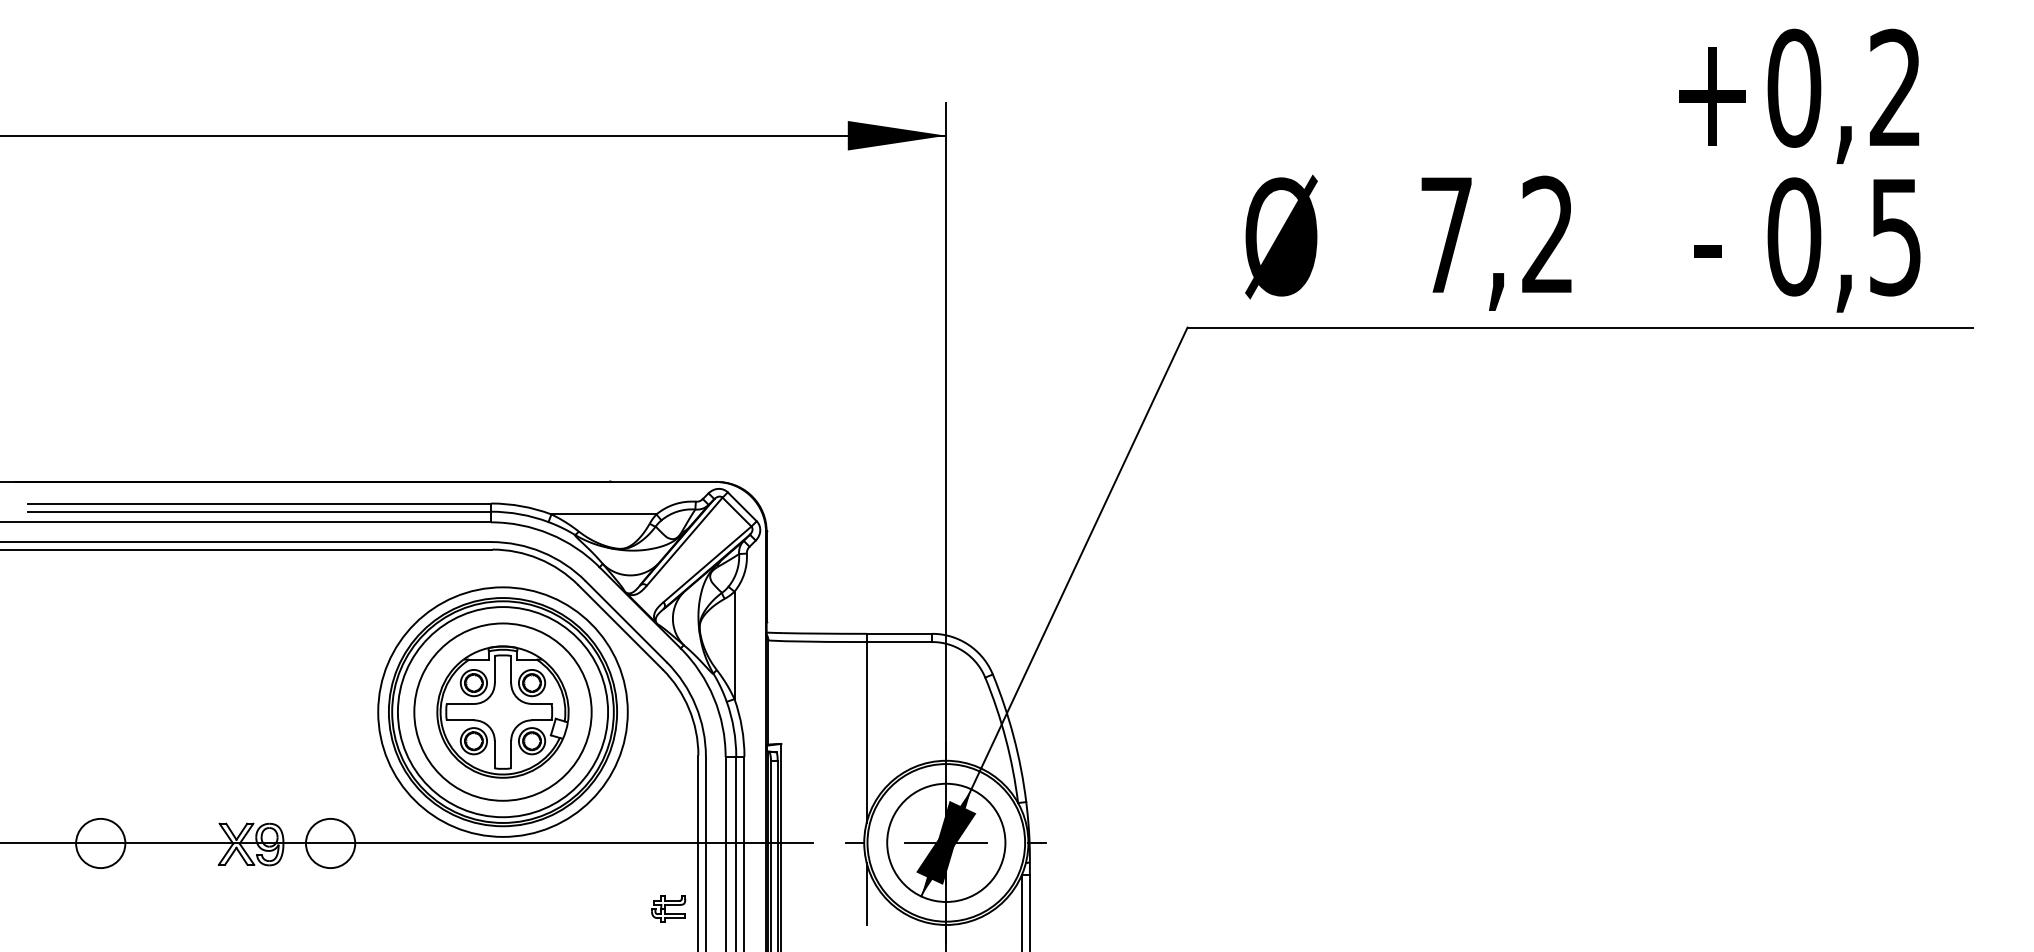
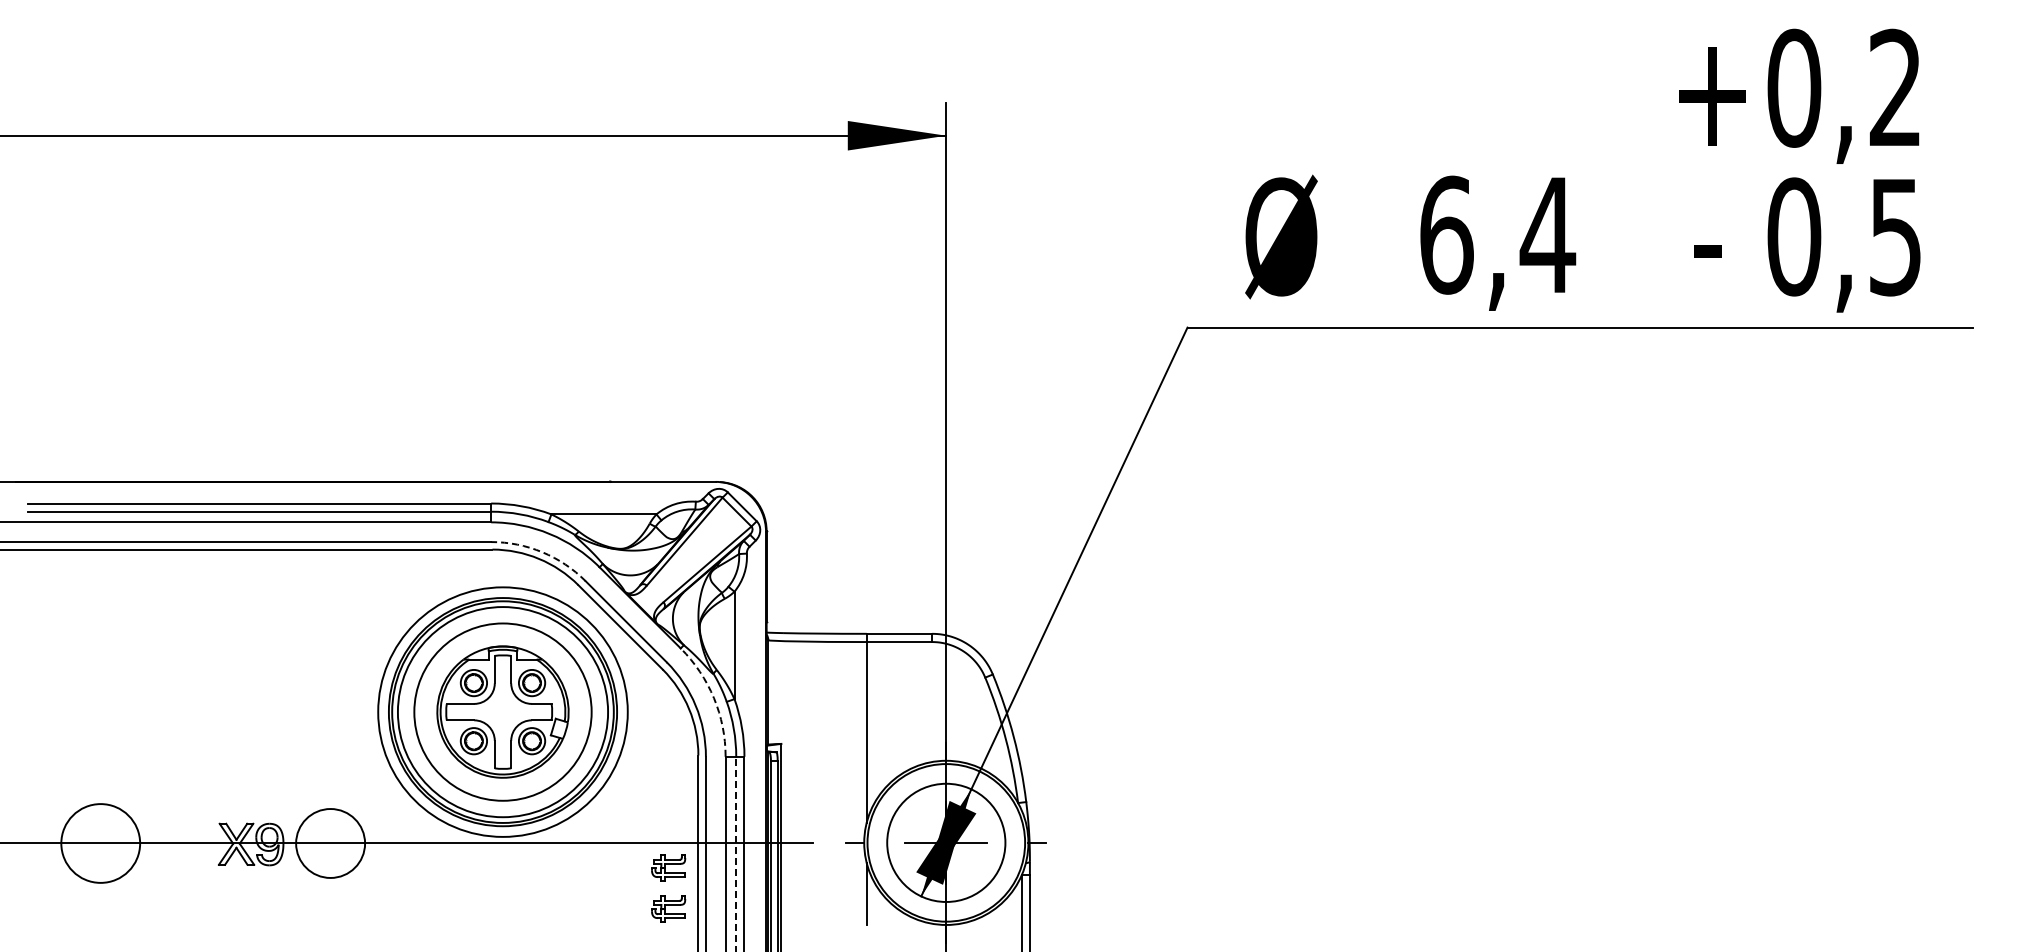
text at (1498, 234): 7,2 -> 6,4
arc at (542, 552): solid -> dashed
arc at (713, 698): solid -> dashed
circle at (100, 843) diameter: 49 px -> 79 px
circle at (330, 843) diameter: 49 px -> 69 px
line at (736, 853): solid -> dashed
part at (668, 867): none -> present
